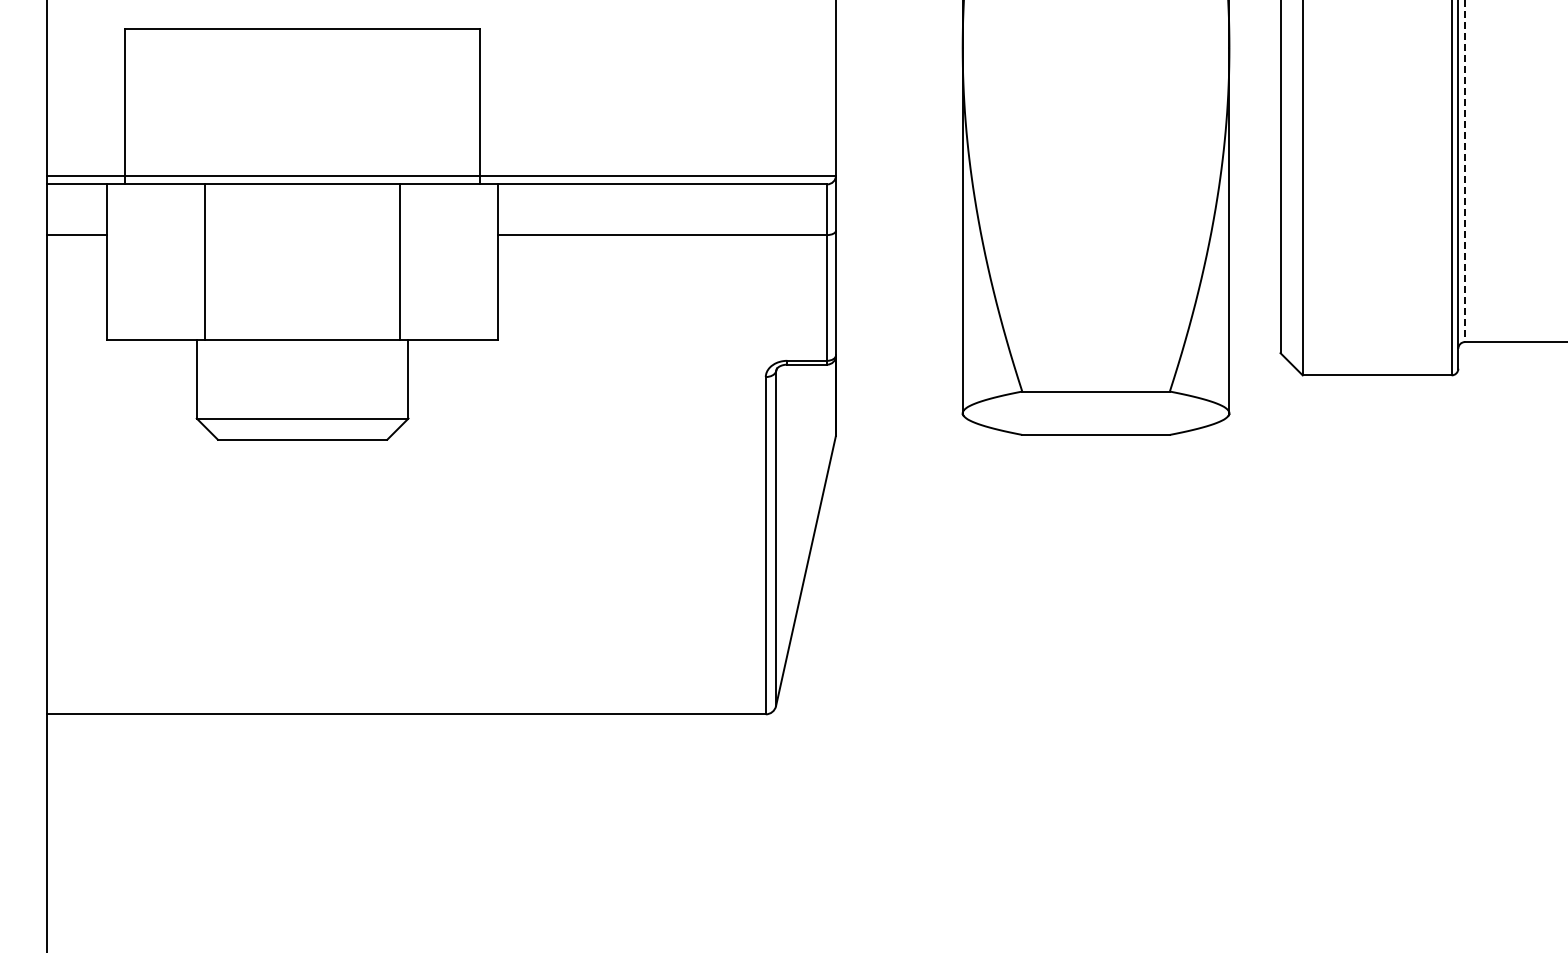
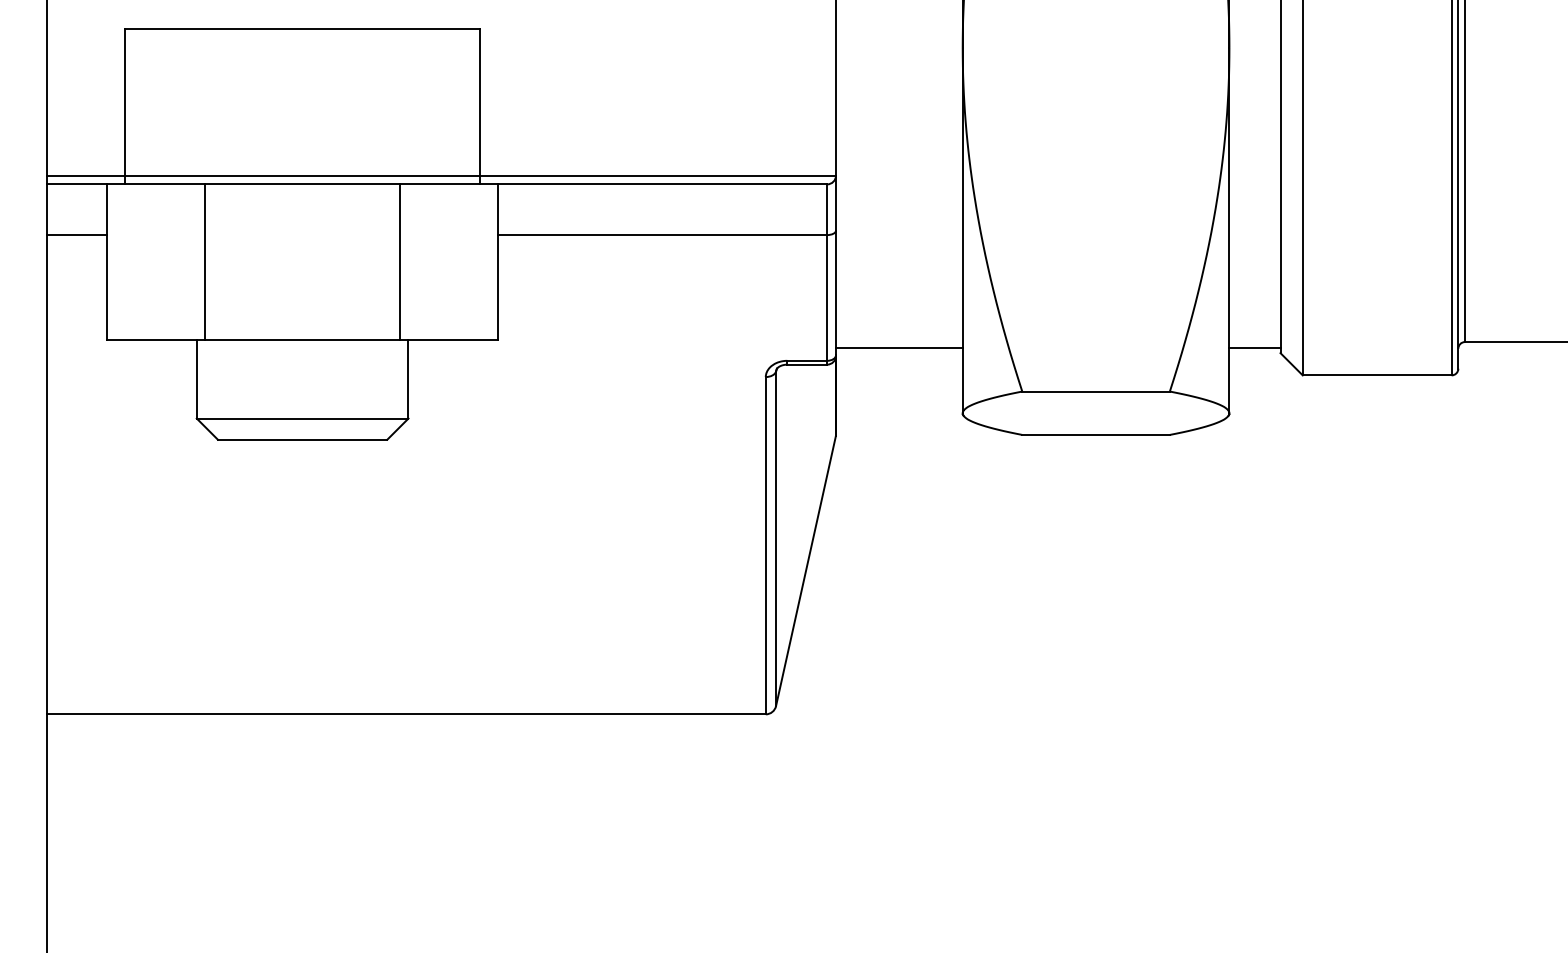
line at (1465, 171): dashed -> solid
line at (899, 347): none -> present
line at (1254, 347): none -> present
